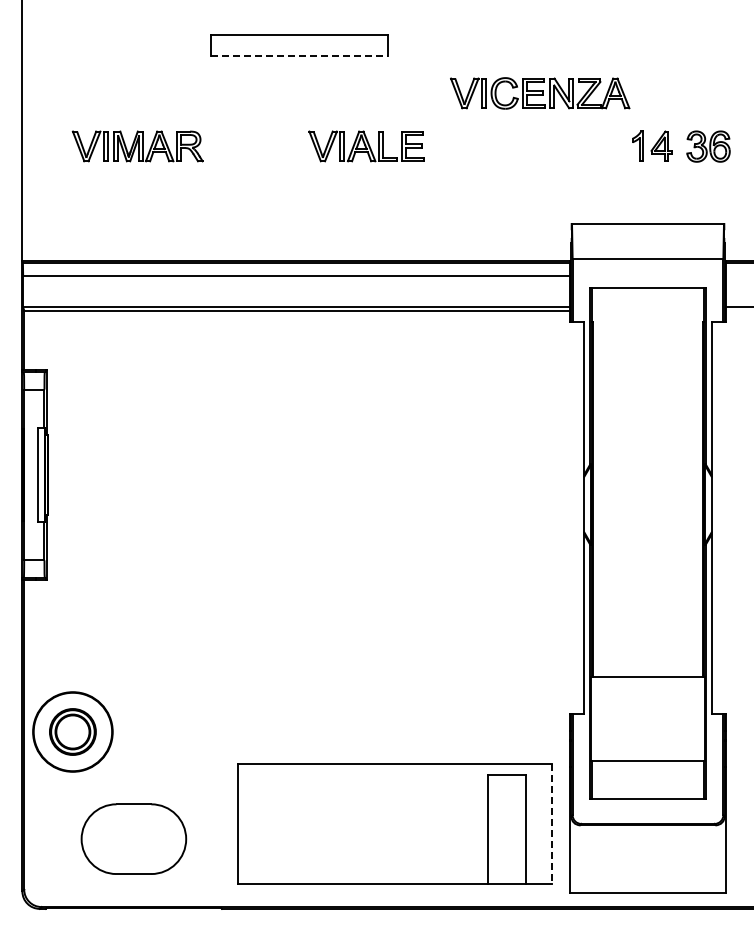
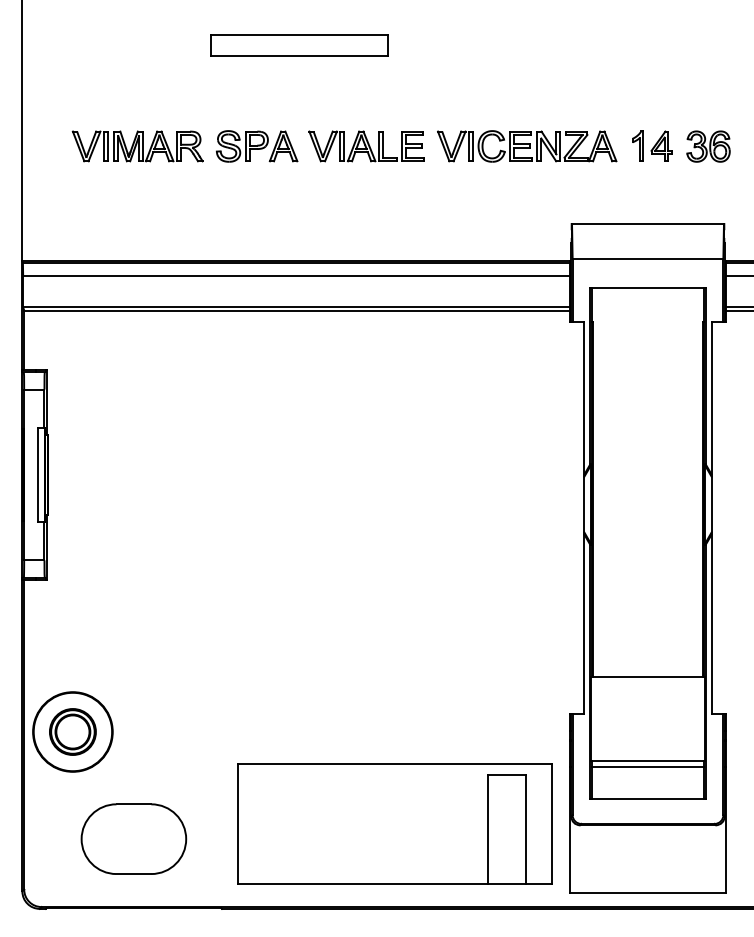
line at (299, 55): dashed -> solid
part at (540, 93) position: (540, 93) -> (527, 146)
part at (257, 146): none -> present
line at (738, 275): none -> present
line at (738, 310): none -> present
line at (647, 766): none -> present
line at (552, 824): dashed -> solid
